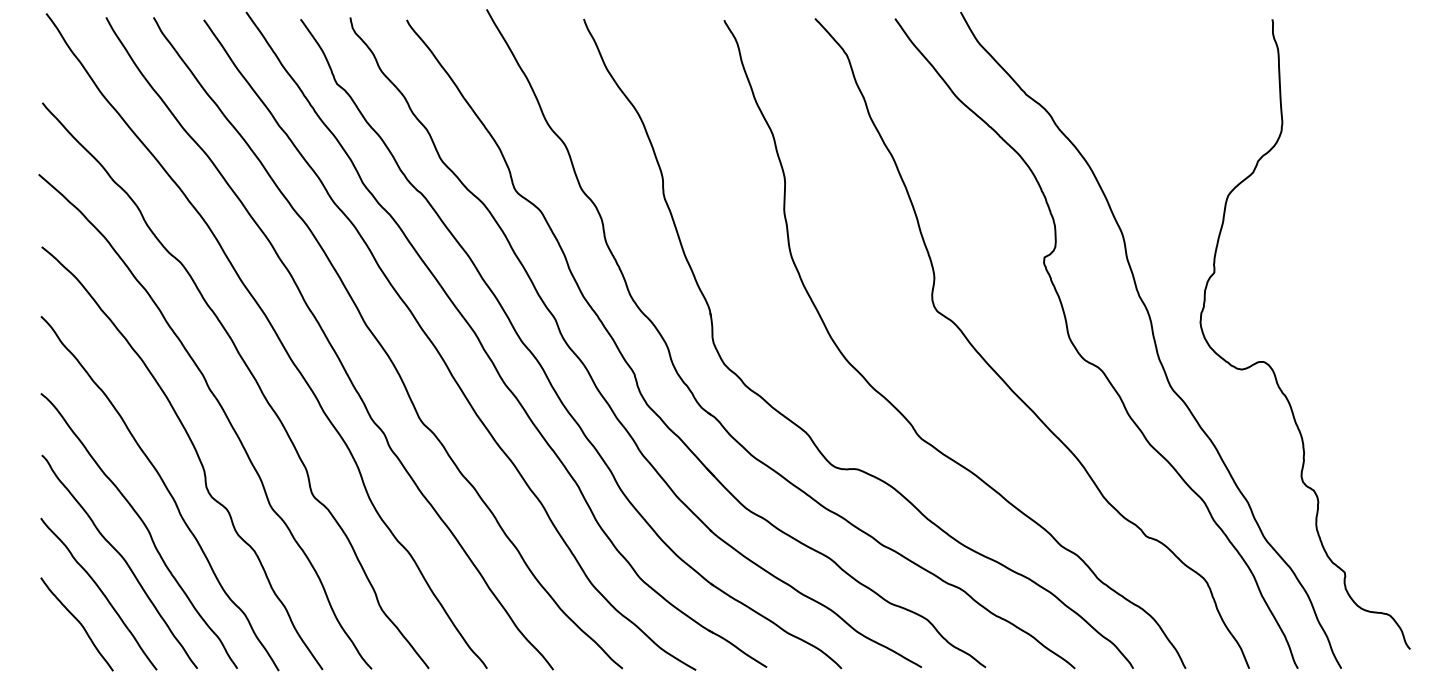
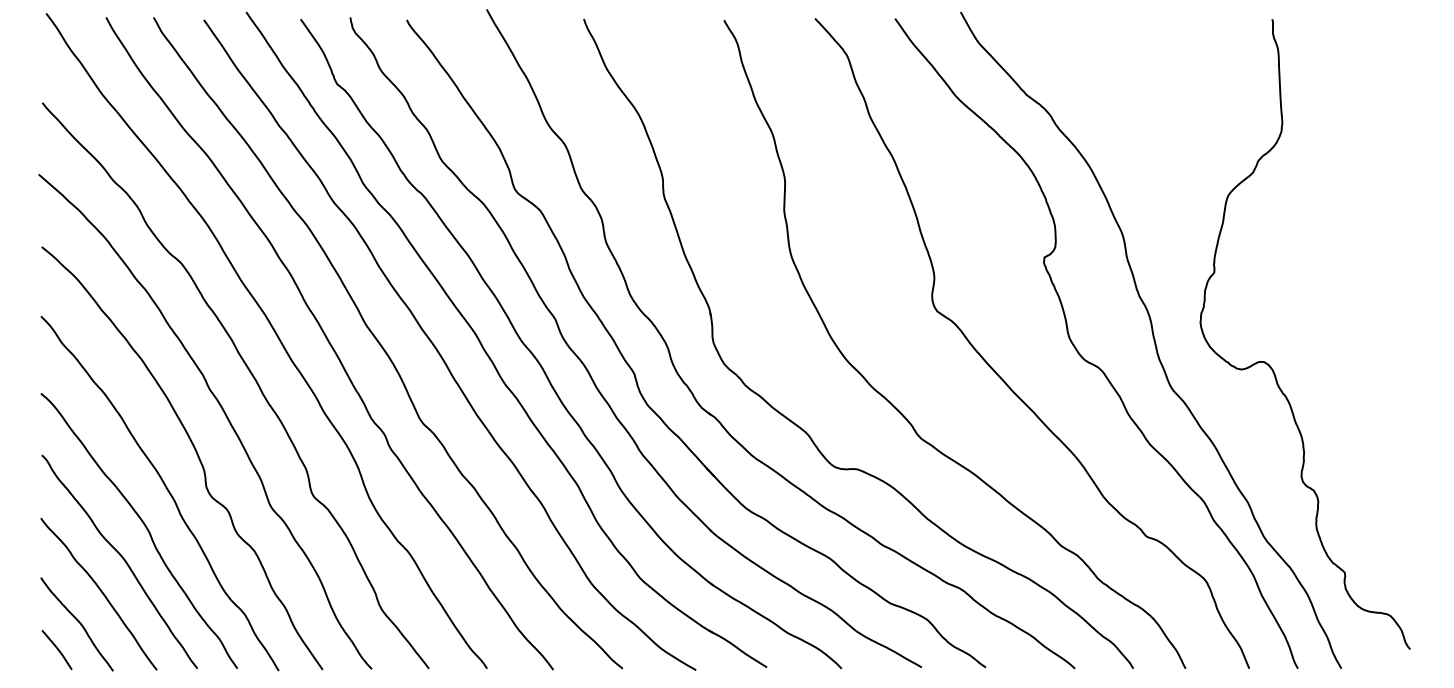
curve at (56, 648): none -> present
